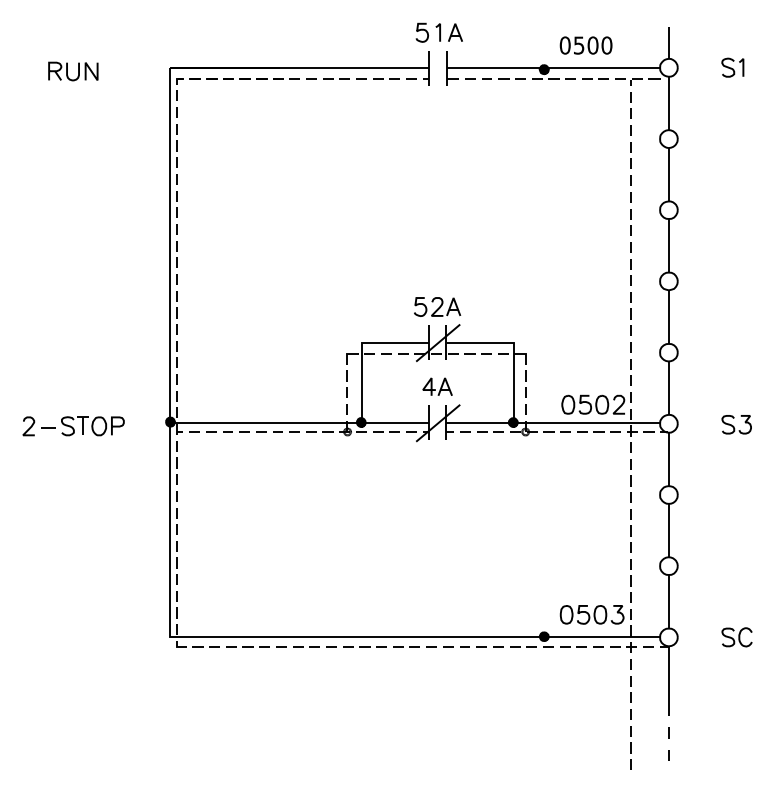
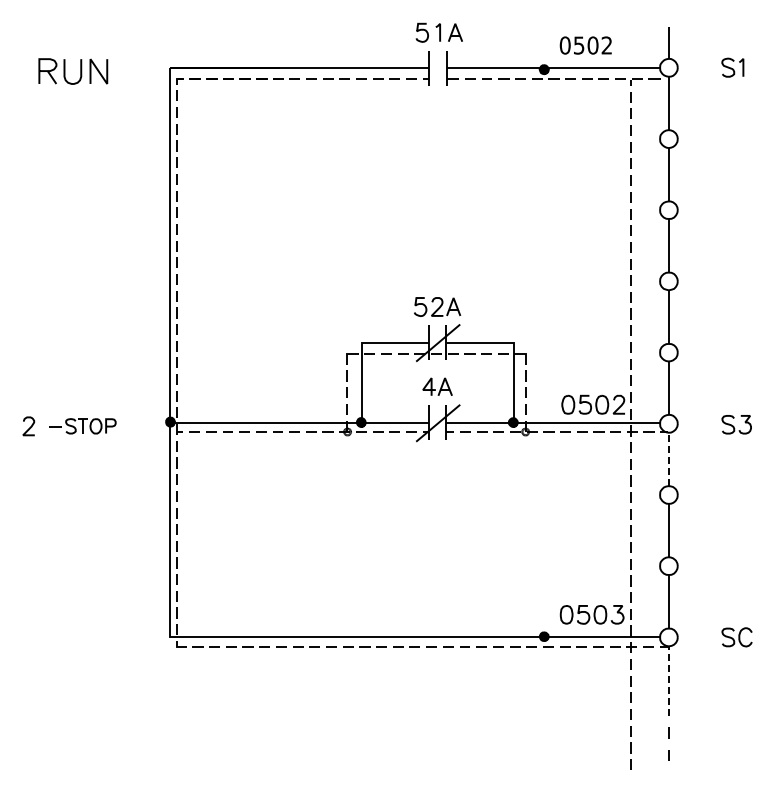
text at (606, 45): 0500 -> 0502
part at (73, 71) size: 51x21 px -> 71x27 px
part at (82, 426) size: 84x21 px -> 68x17 px
line at (668, 459): solid -> dashed
line at (668, 680): solid -> dashed
